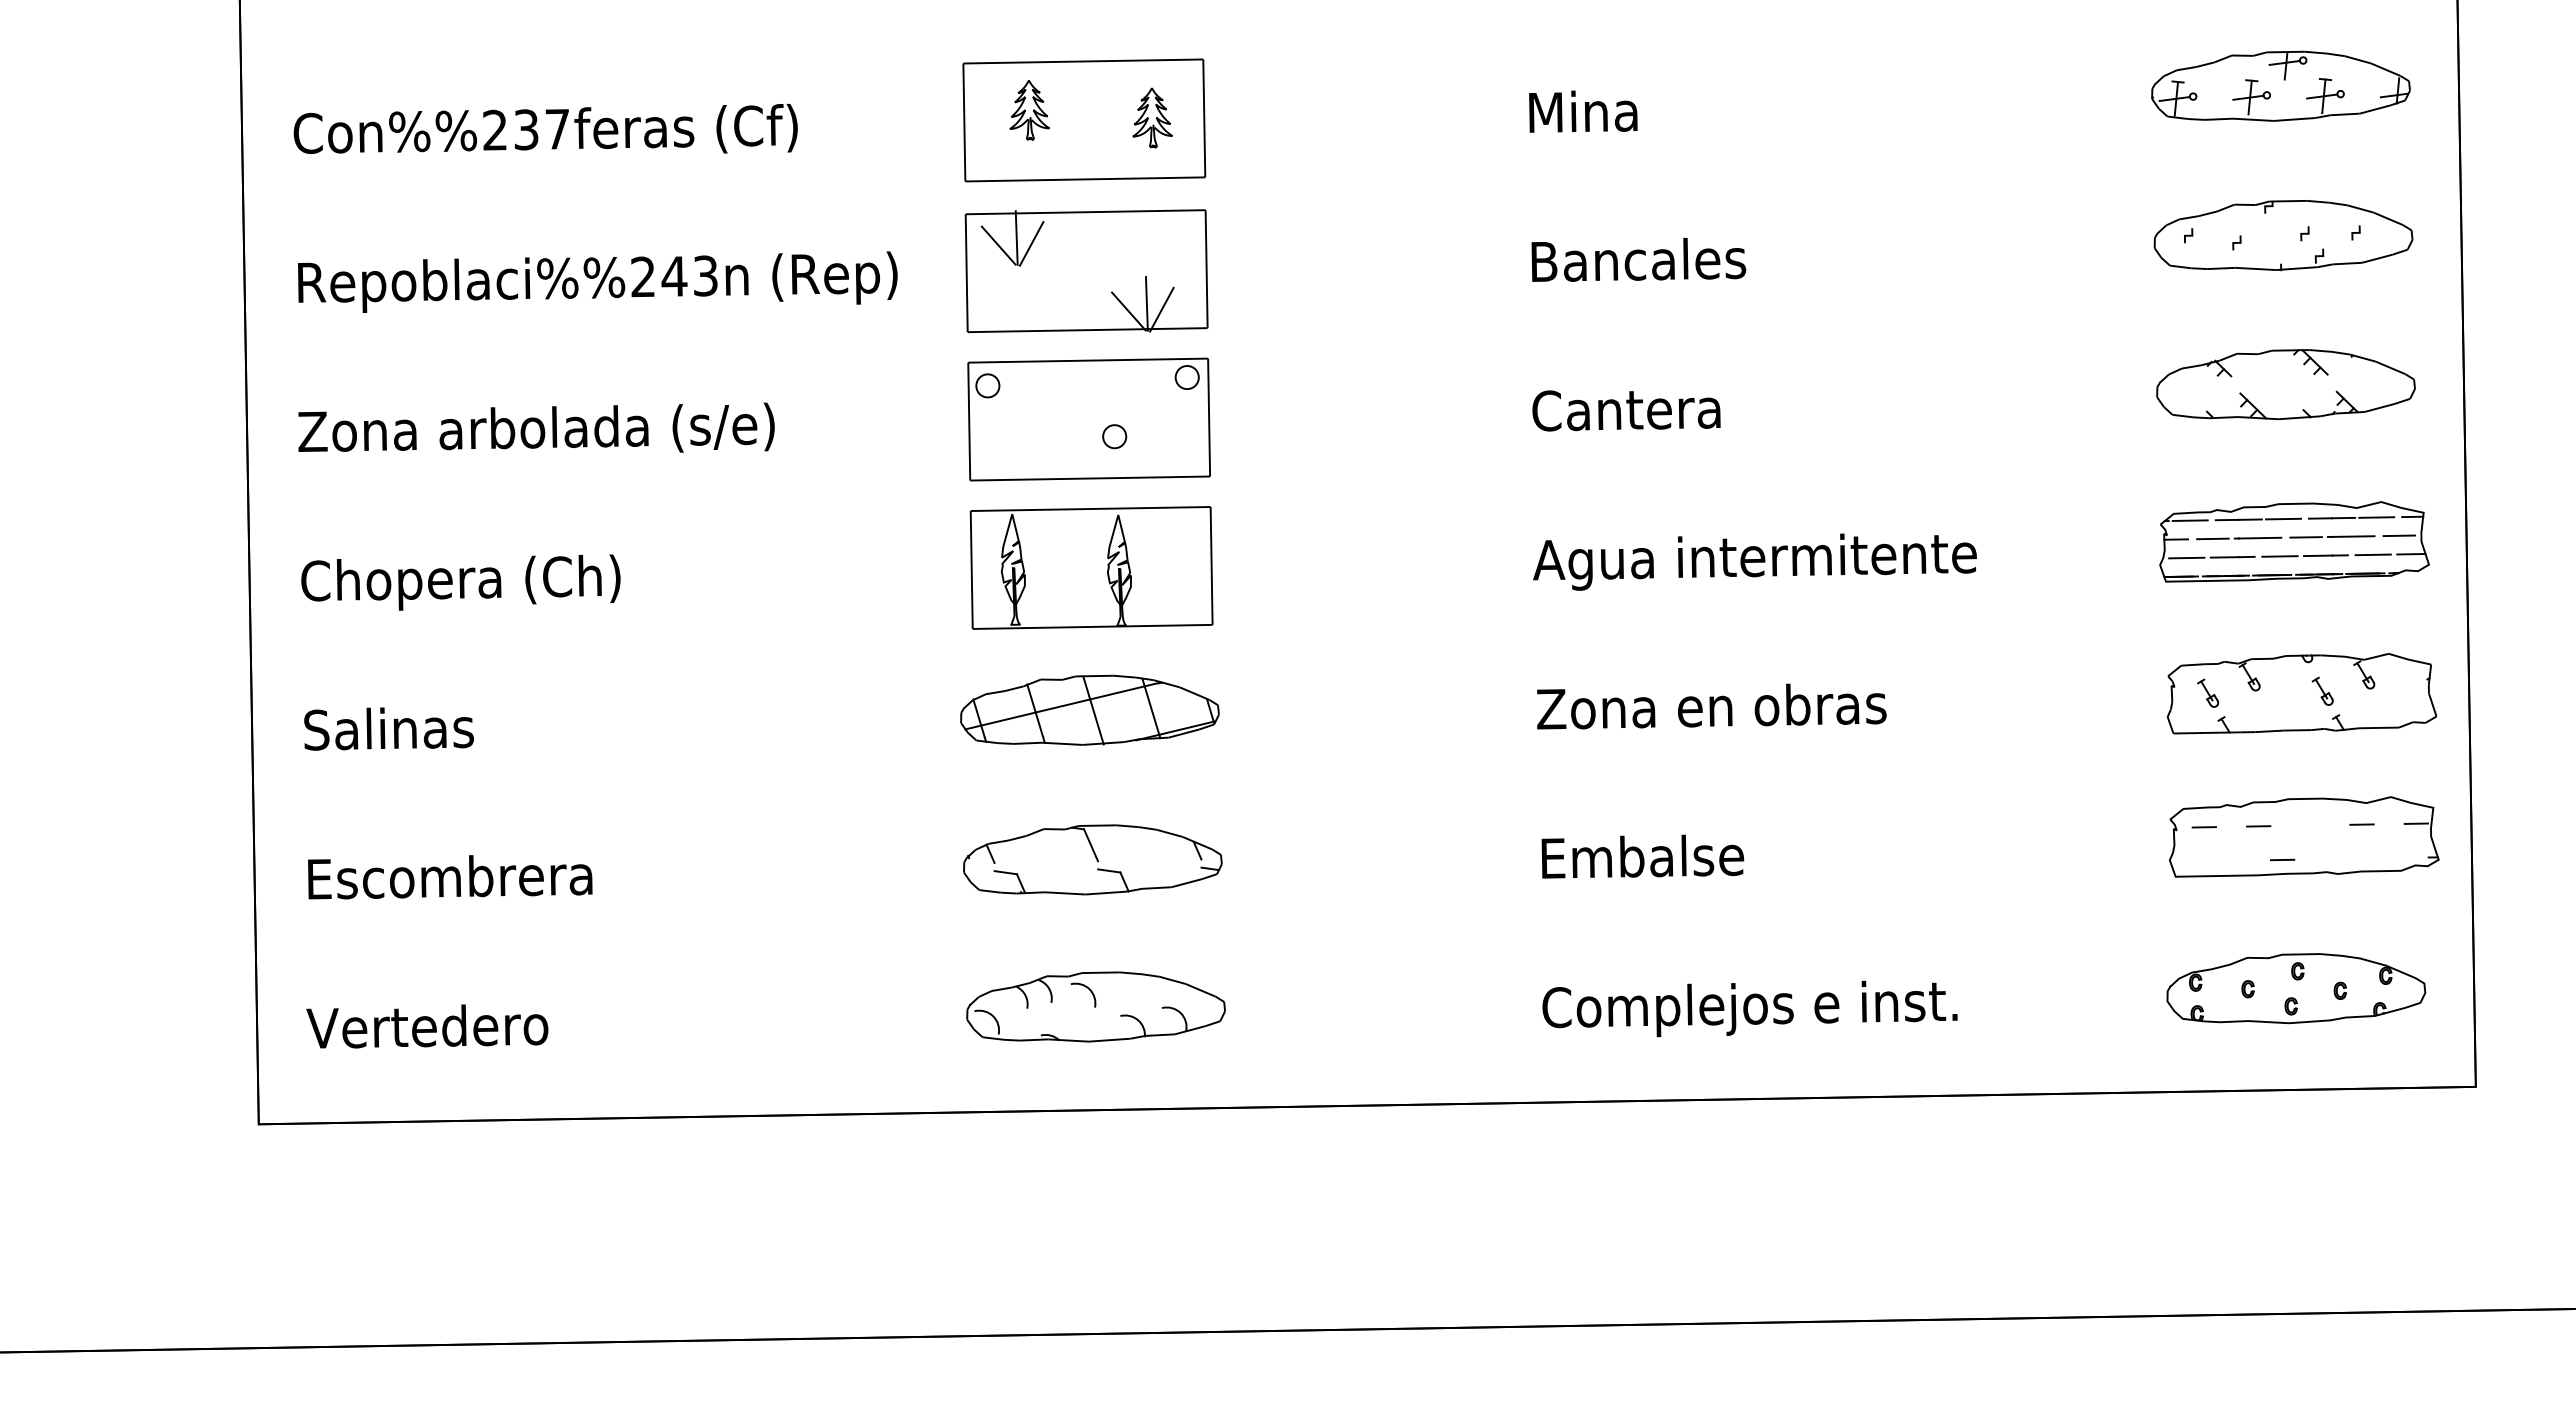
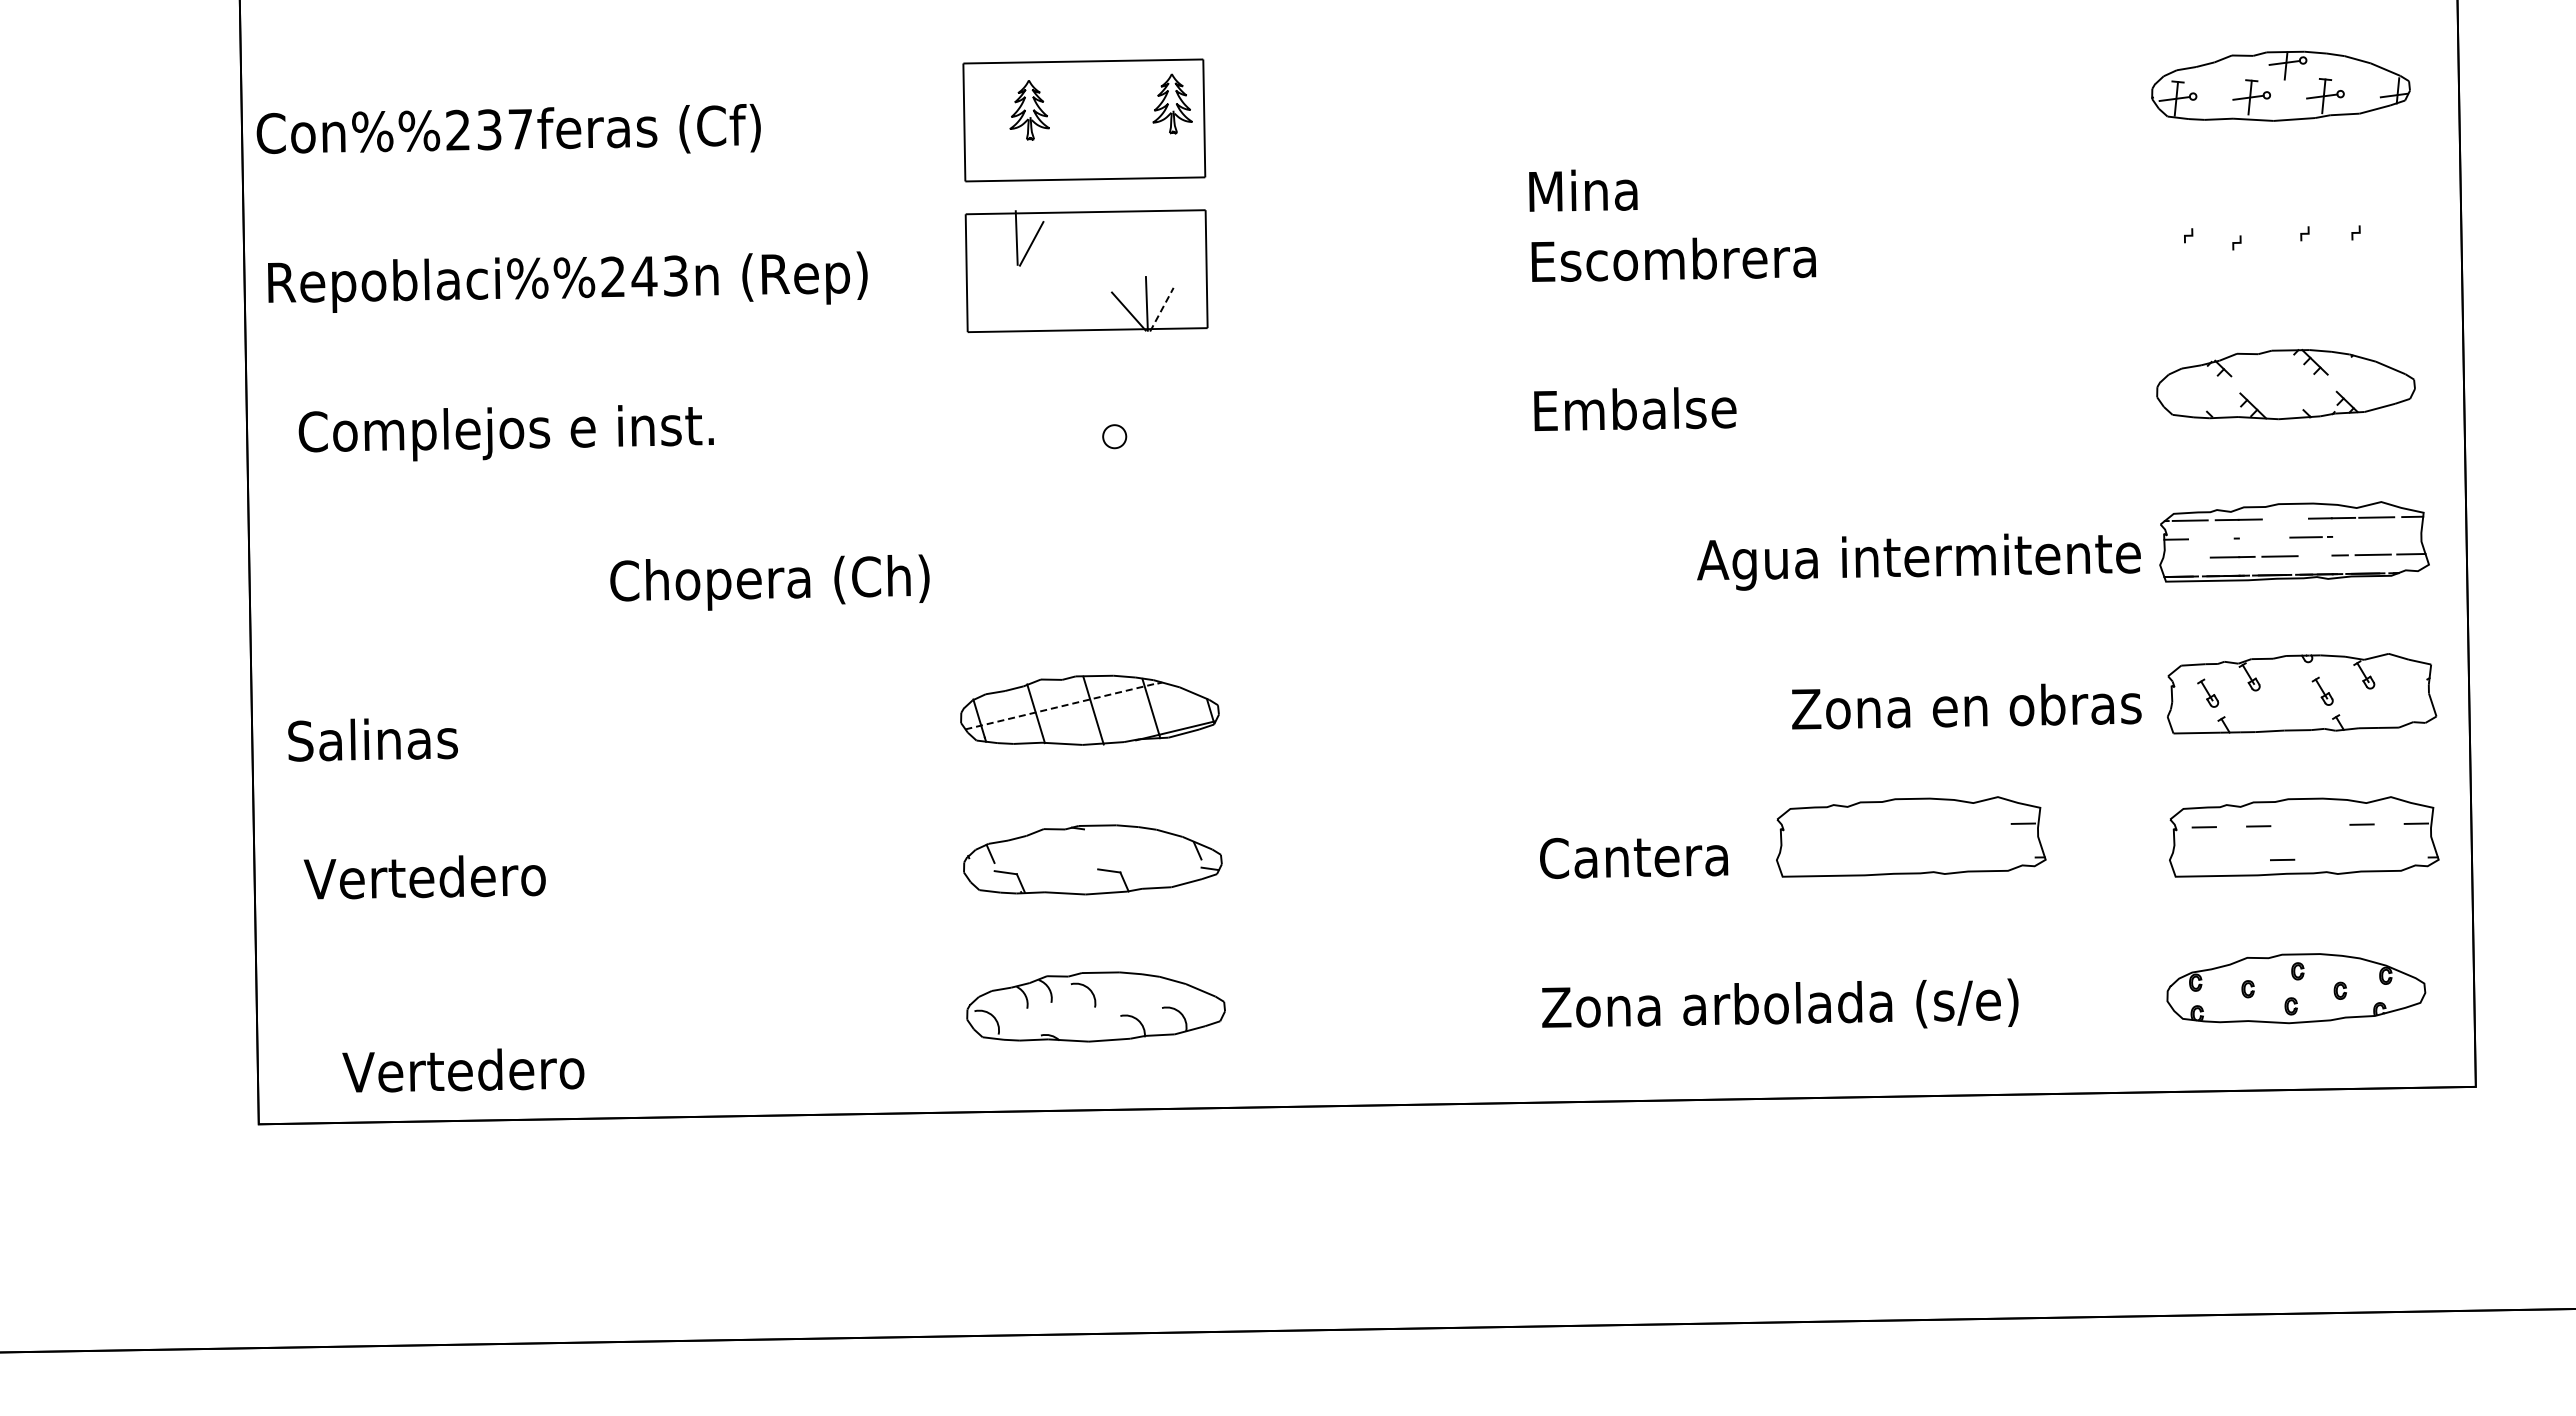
text at (1583, 111) position: (1583, 111) -> (1583, 190)
part at (1152, 117) position: (1152, 117) -> (1172, 103)
text at (545, 128) position: (545, 128) -> (508, 128)
part at (2283, 235): present -> none
line at (998, 245): present -> none
text at (1676, 259): Bancales -> Escombrera
text at (597, 281) position: (597, 281) -> (567, 281)
line at (1161, 309): solid -> dashed
text at (1634, 409): Cantera -> Embalse
part at (1088, 419): present -> none
text at (536, 431): Zona arbolada (s/e) -> Complejos e inst.
line at (2283, 518): present -> none
line at (2399, 535): present -> none
line at (2353, 536): present -> none
line at (2259, 537): present -> none
line at (2212, 538): present -> none
line at (2317, 555): present -> none
line at (2186, 557): present -> none
text at (1754, 561) position: (1754, 561) -> (1918, 561)
part at (1091, 567): present -> none
text at (460, 582) position: (460, 582) -> (769, 582)
line at (1062, 706): solid -> dashed
text at (1711, 706) position: (1711, 706) -> (1966, 706)
text at (388, 728) position: (388, 728) -> (372, 739)
part at (1911, 836): none -> present
line at (1091, 845): present -> none
text at (1642, 856): Embalse -> Cantera
text at (447, 877): Escombrera -> Vertedero
text at (1780, 1007): Complejos e inst. -> Zona arbolada (s/e)
text at (427, 1026) position: (427, 1026) -> (463, 1070)
